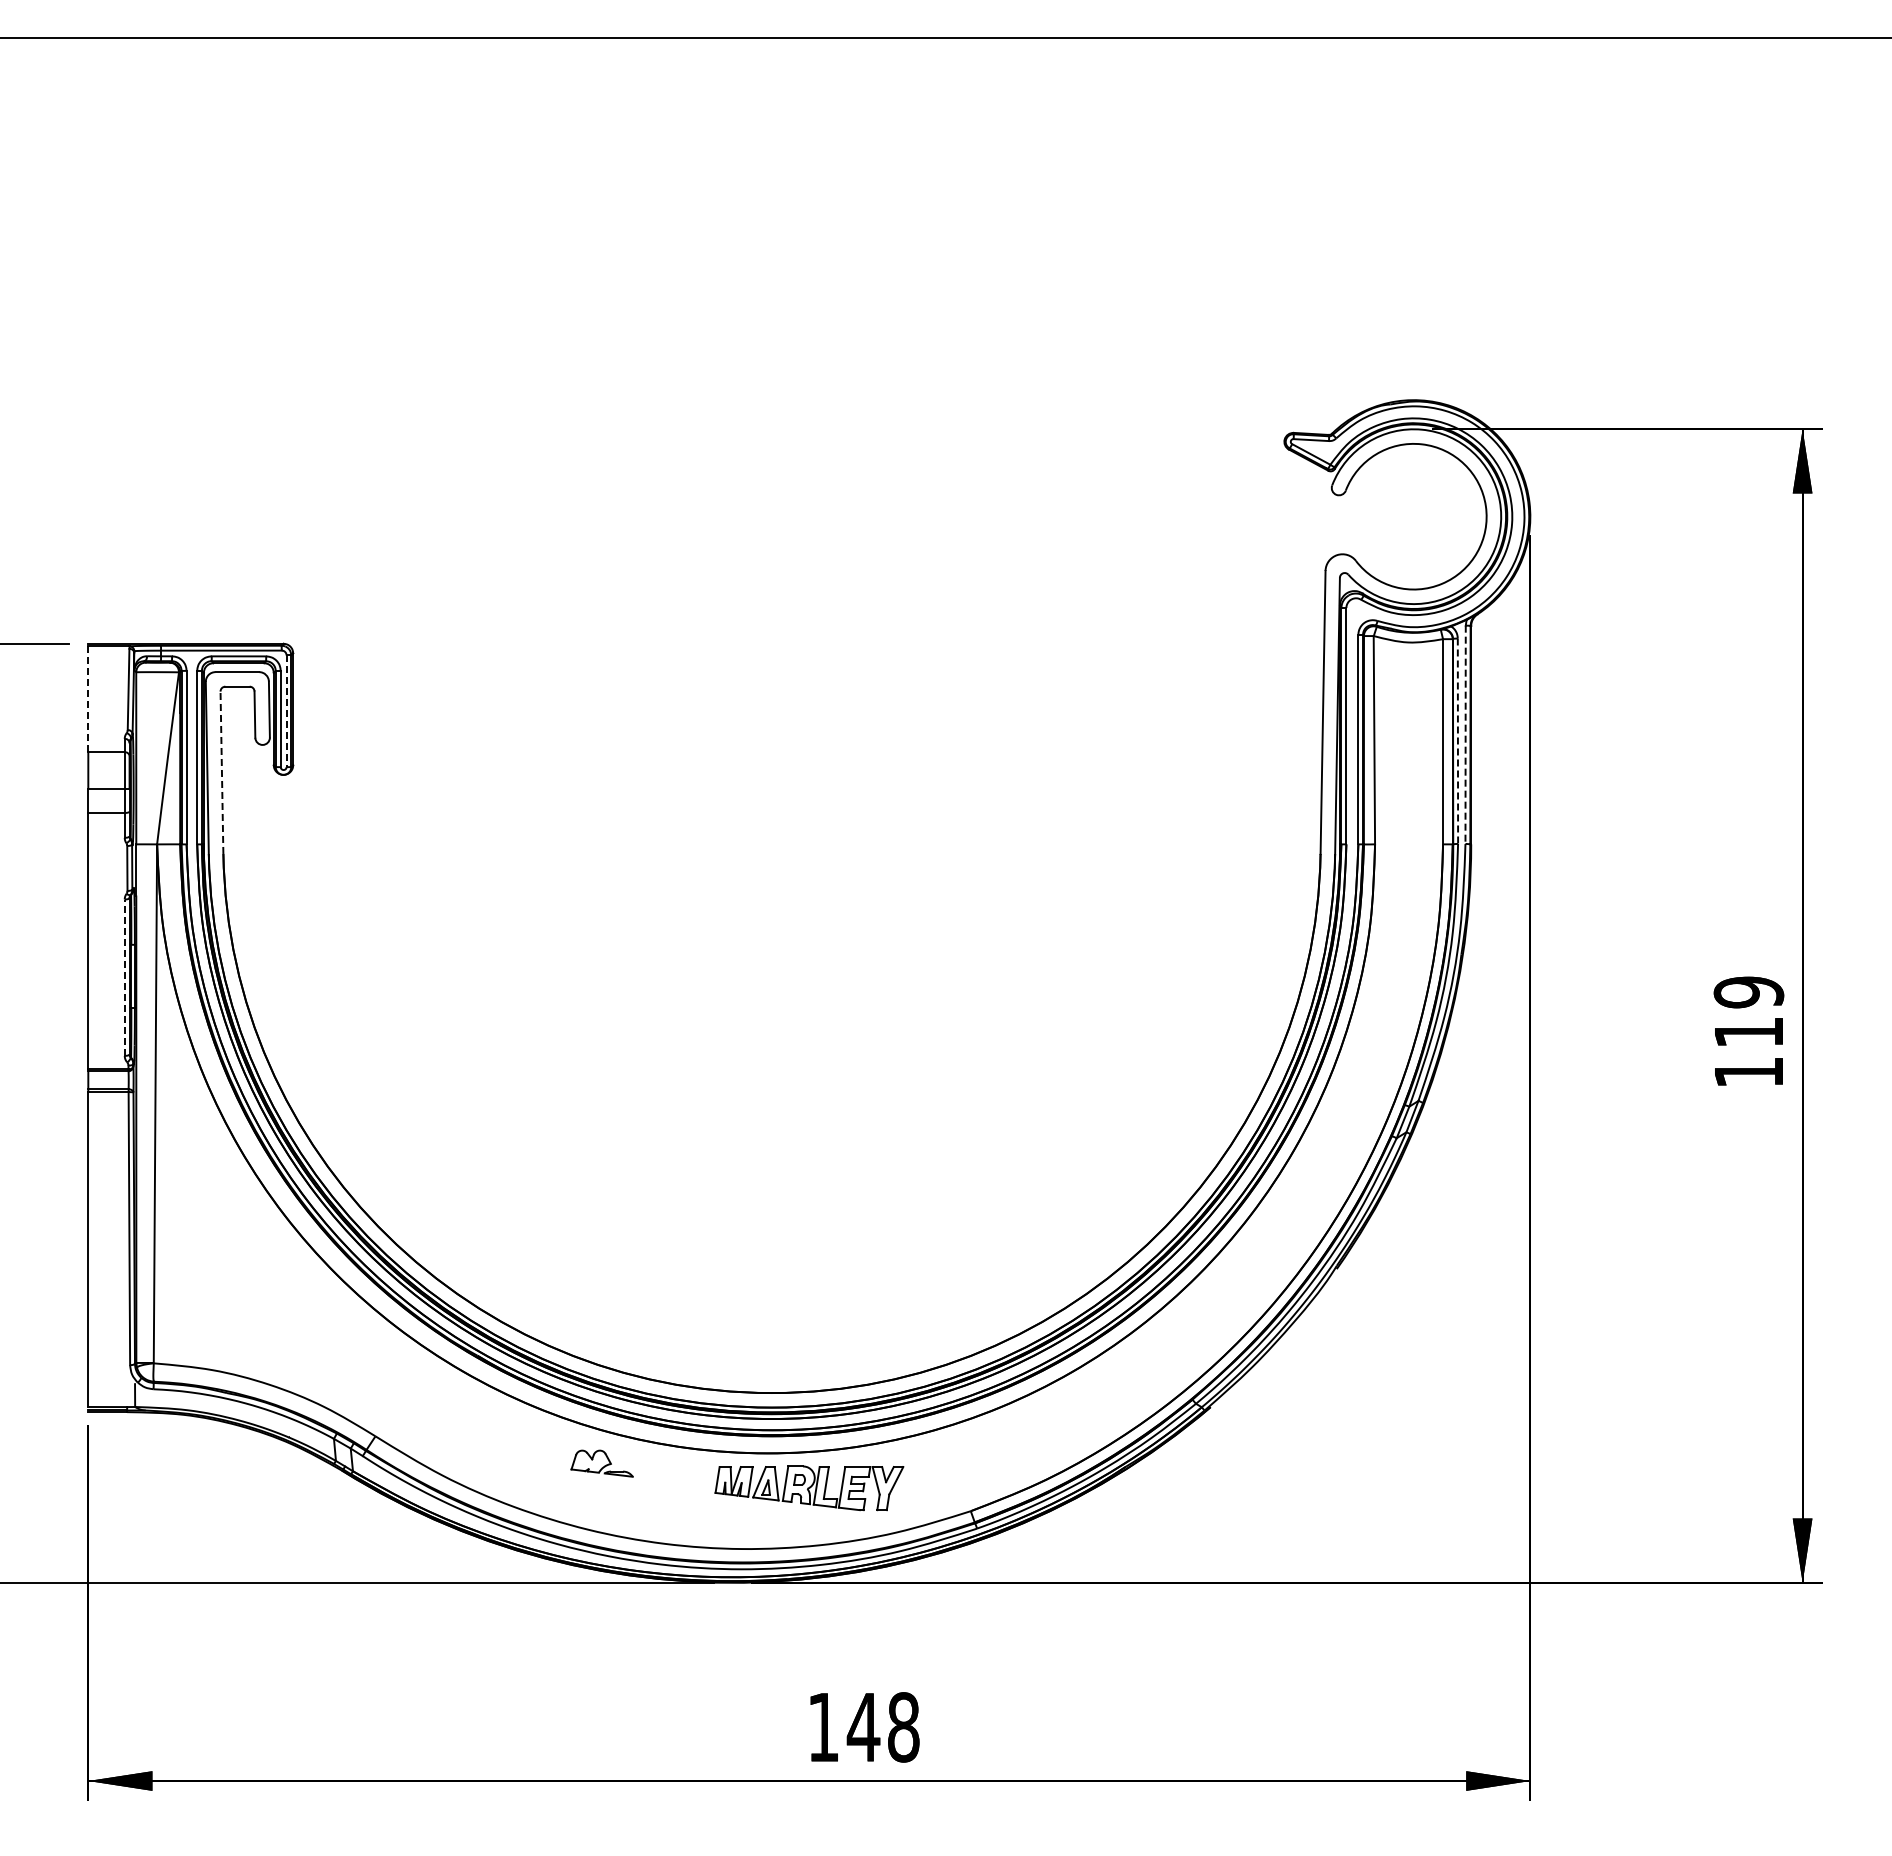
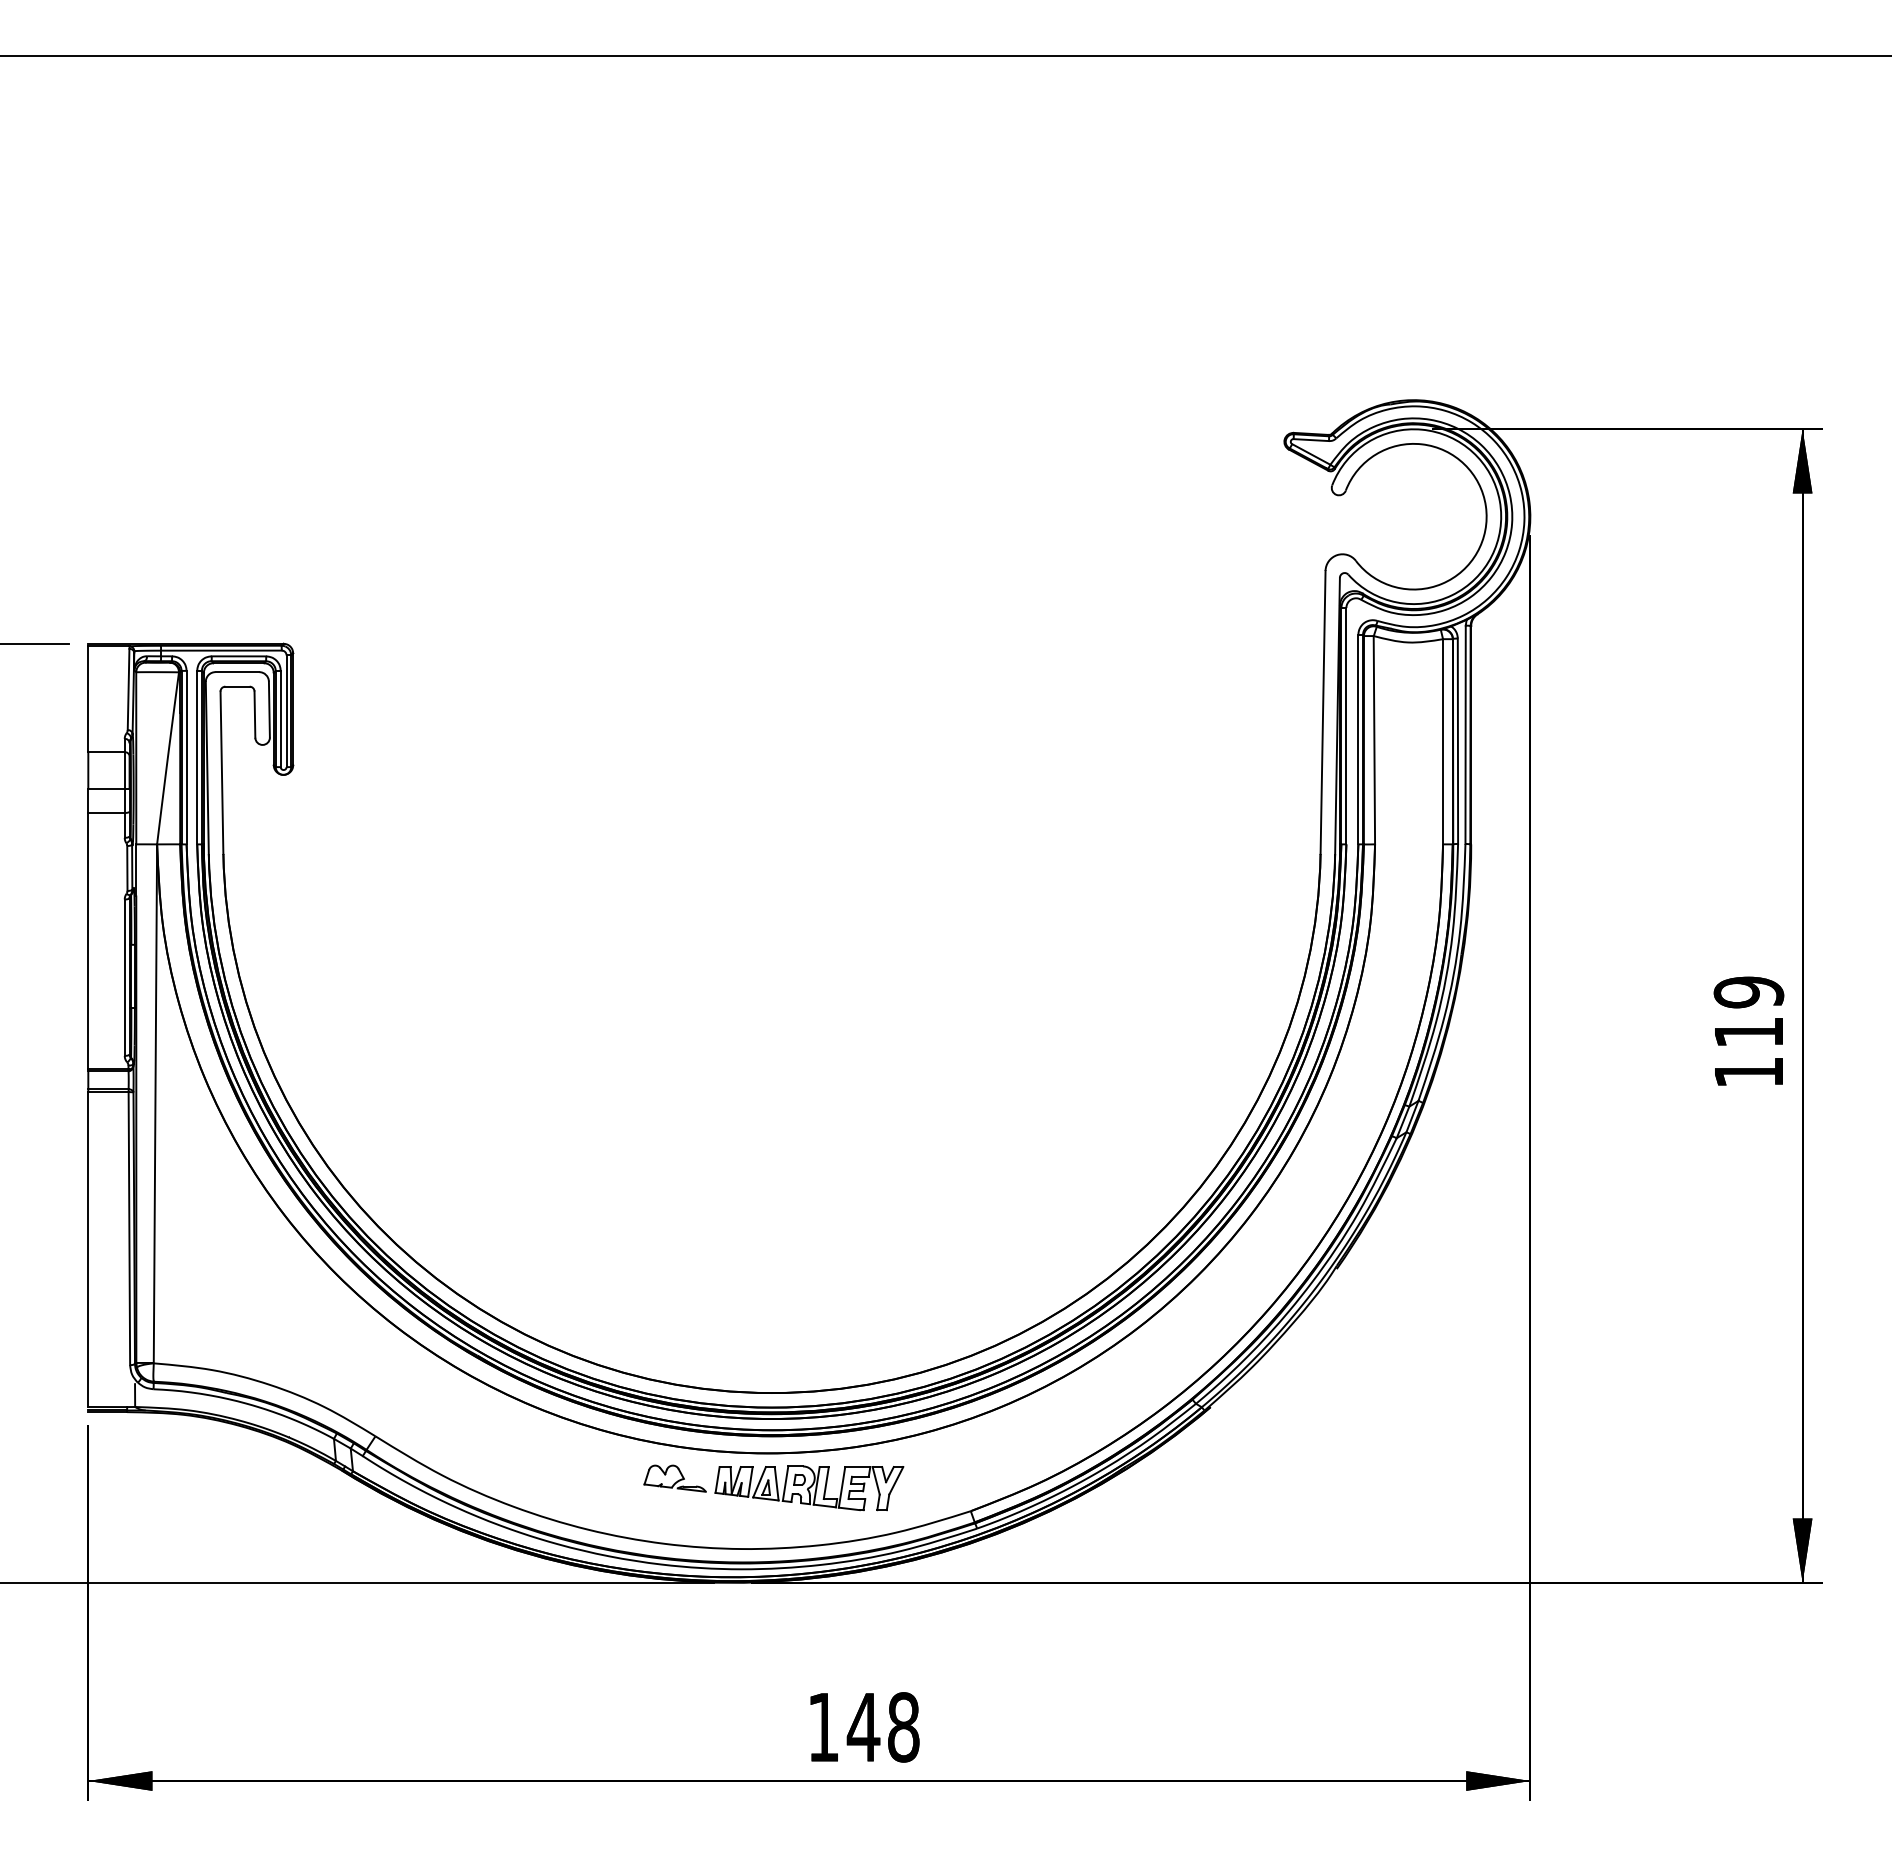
line at (945, 37) position: (945, 37) -> (945, 55)
line at (88, 699): dashed -> solid
line at (286, 711): dashed -> solid
line at (1465, 735): dashed -> solid
line at (1457, 741): dashed -> solid
line at (221, 772): dashed -> solid
line at (124, 977): dashed -> solid
part at (601, 1463) position: (601, 1463) -> (674, 1478)
